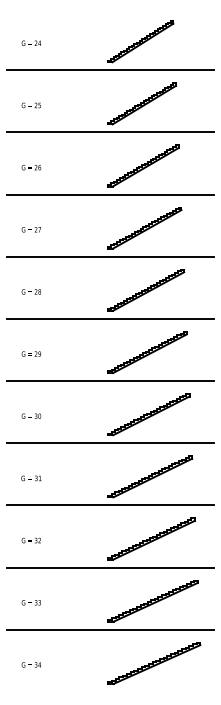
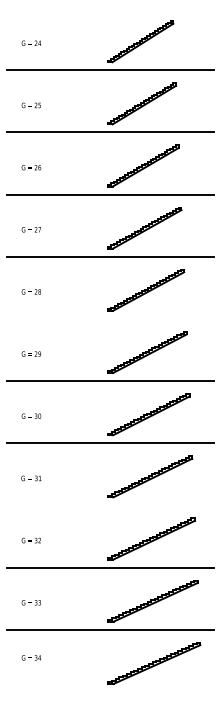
line at (110, 318): present -> none
line at (110, 505): present -> none
text at (30, 664) position: (30, 664) -> (30, 657)
